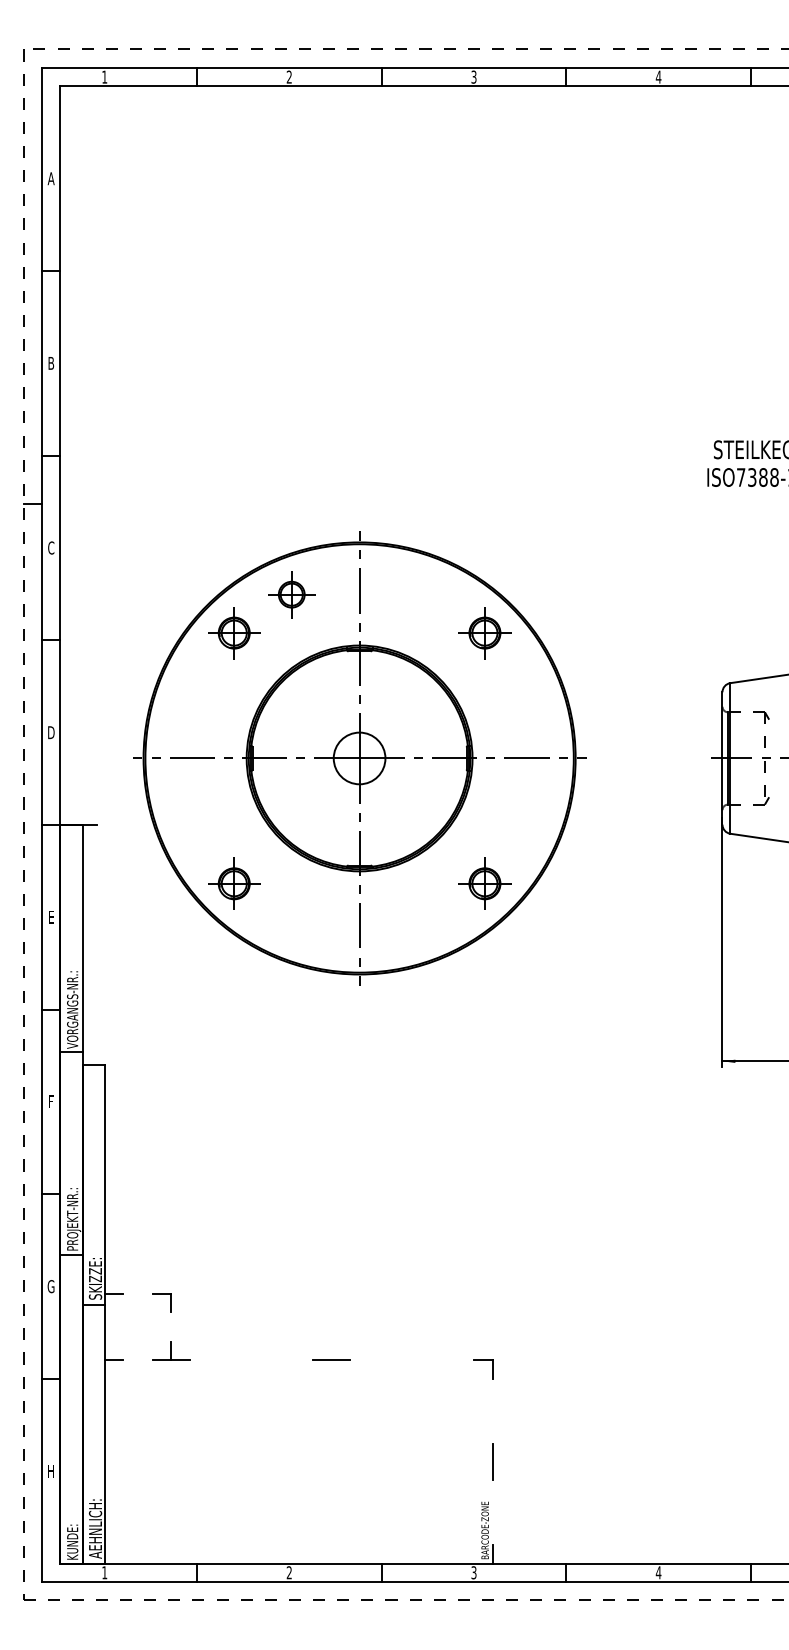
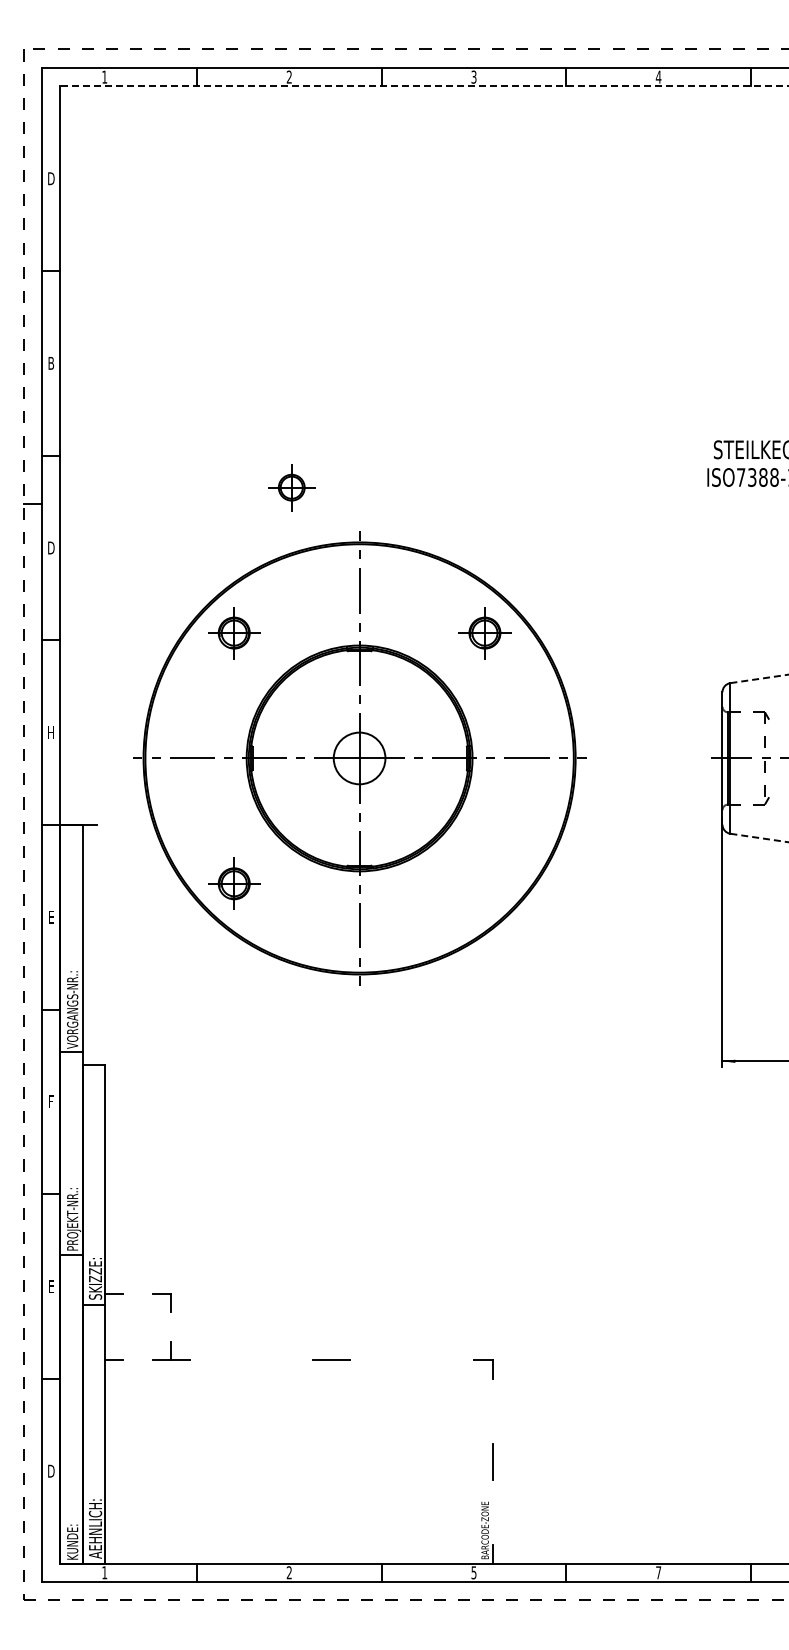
line at (424, 86): solid -> dashed
text at (50, 178): A -> D
text at (51, 547): C -> D
part at (291, 594) position: (291, 594) -> (291, 487)
line at (760, 678): solid -> dashed
text at (51, 732): D -> H
line at (760, 838): solid -> dashed
part at (484, 883): present -> none
text at (50, 1286): G -> E
text at (51, 1470): H -> D
text at (473, 1572): 3 -> 5
text at (658, 1572): 4 -> 7
